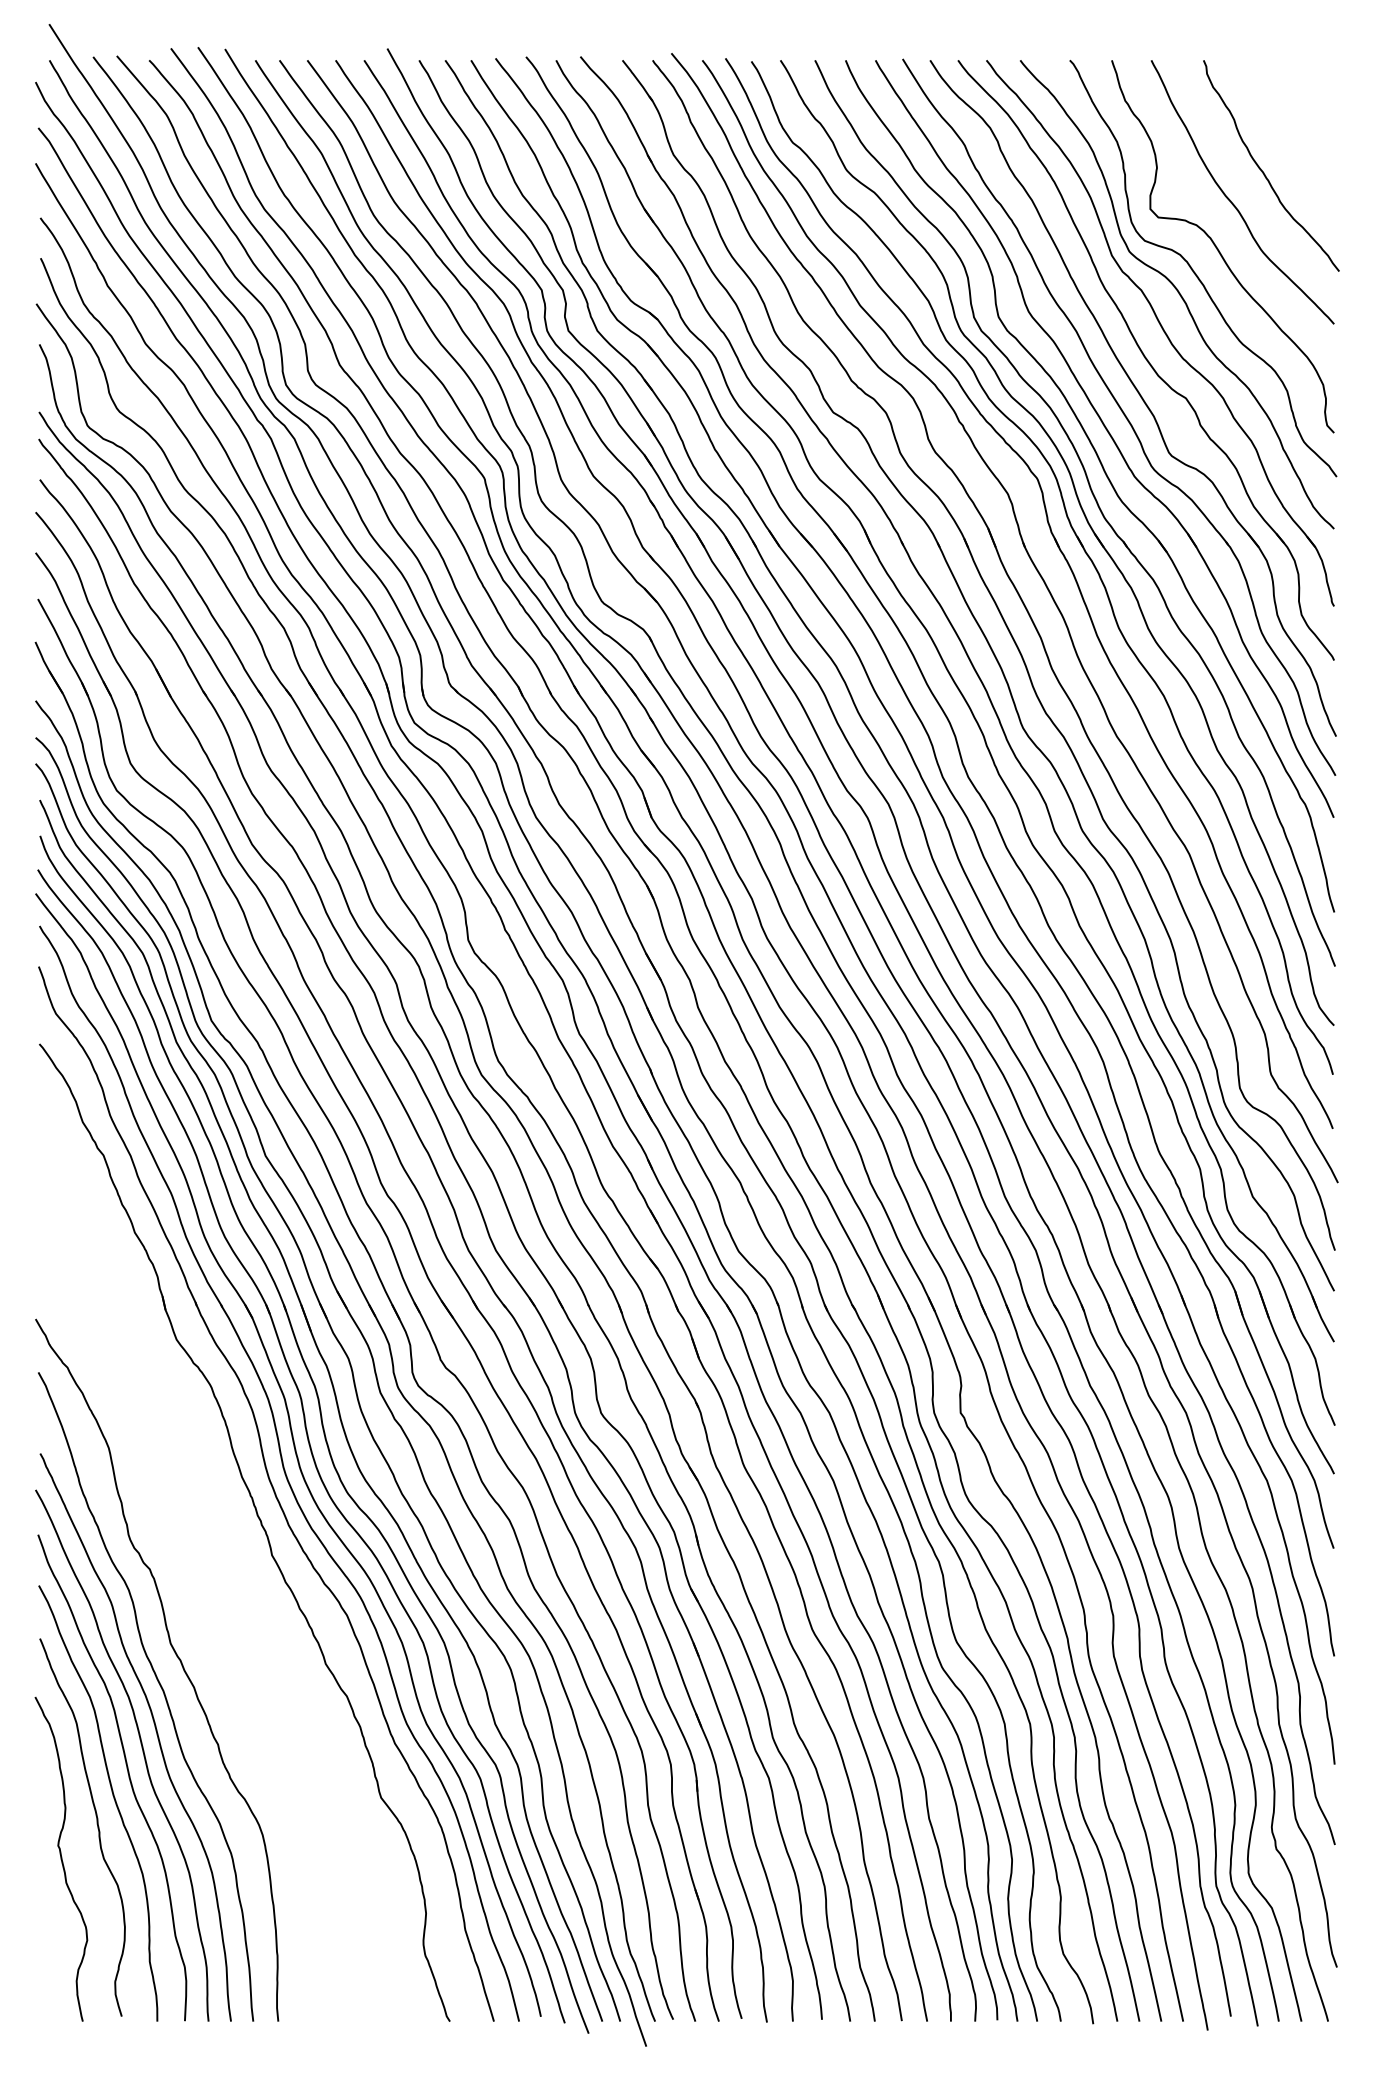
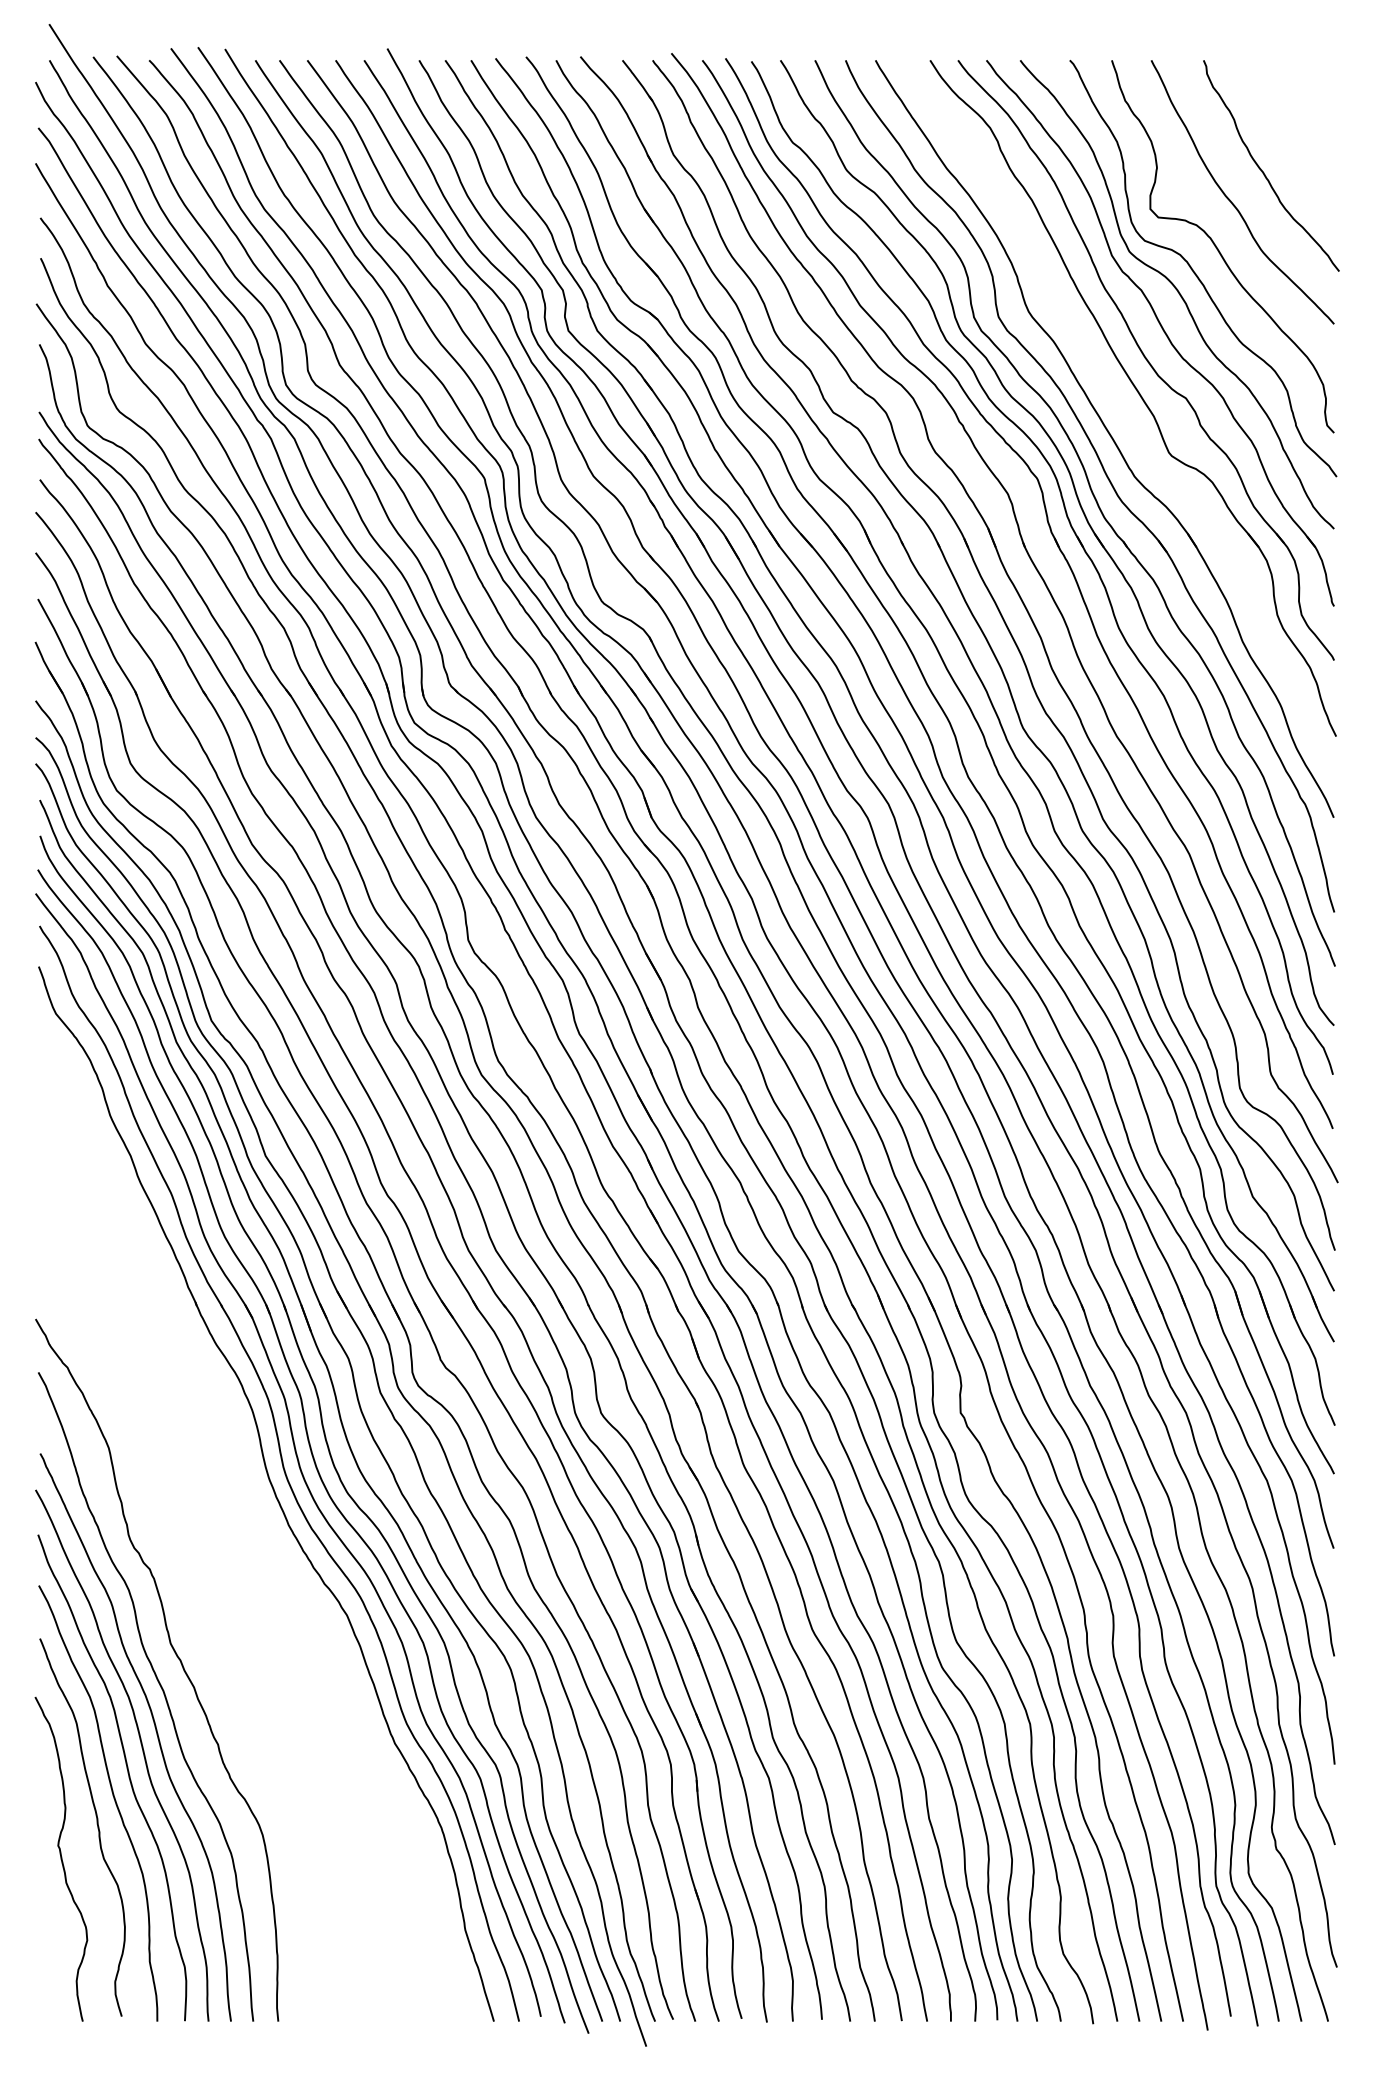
part at (1119, 416): present -> none
part at (260, 1524): present -> none
